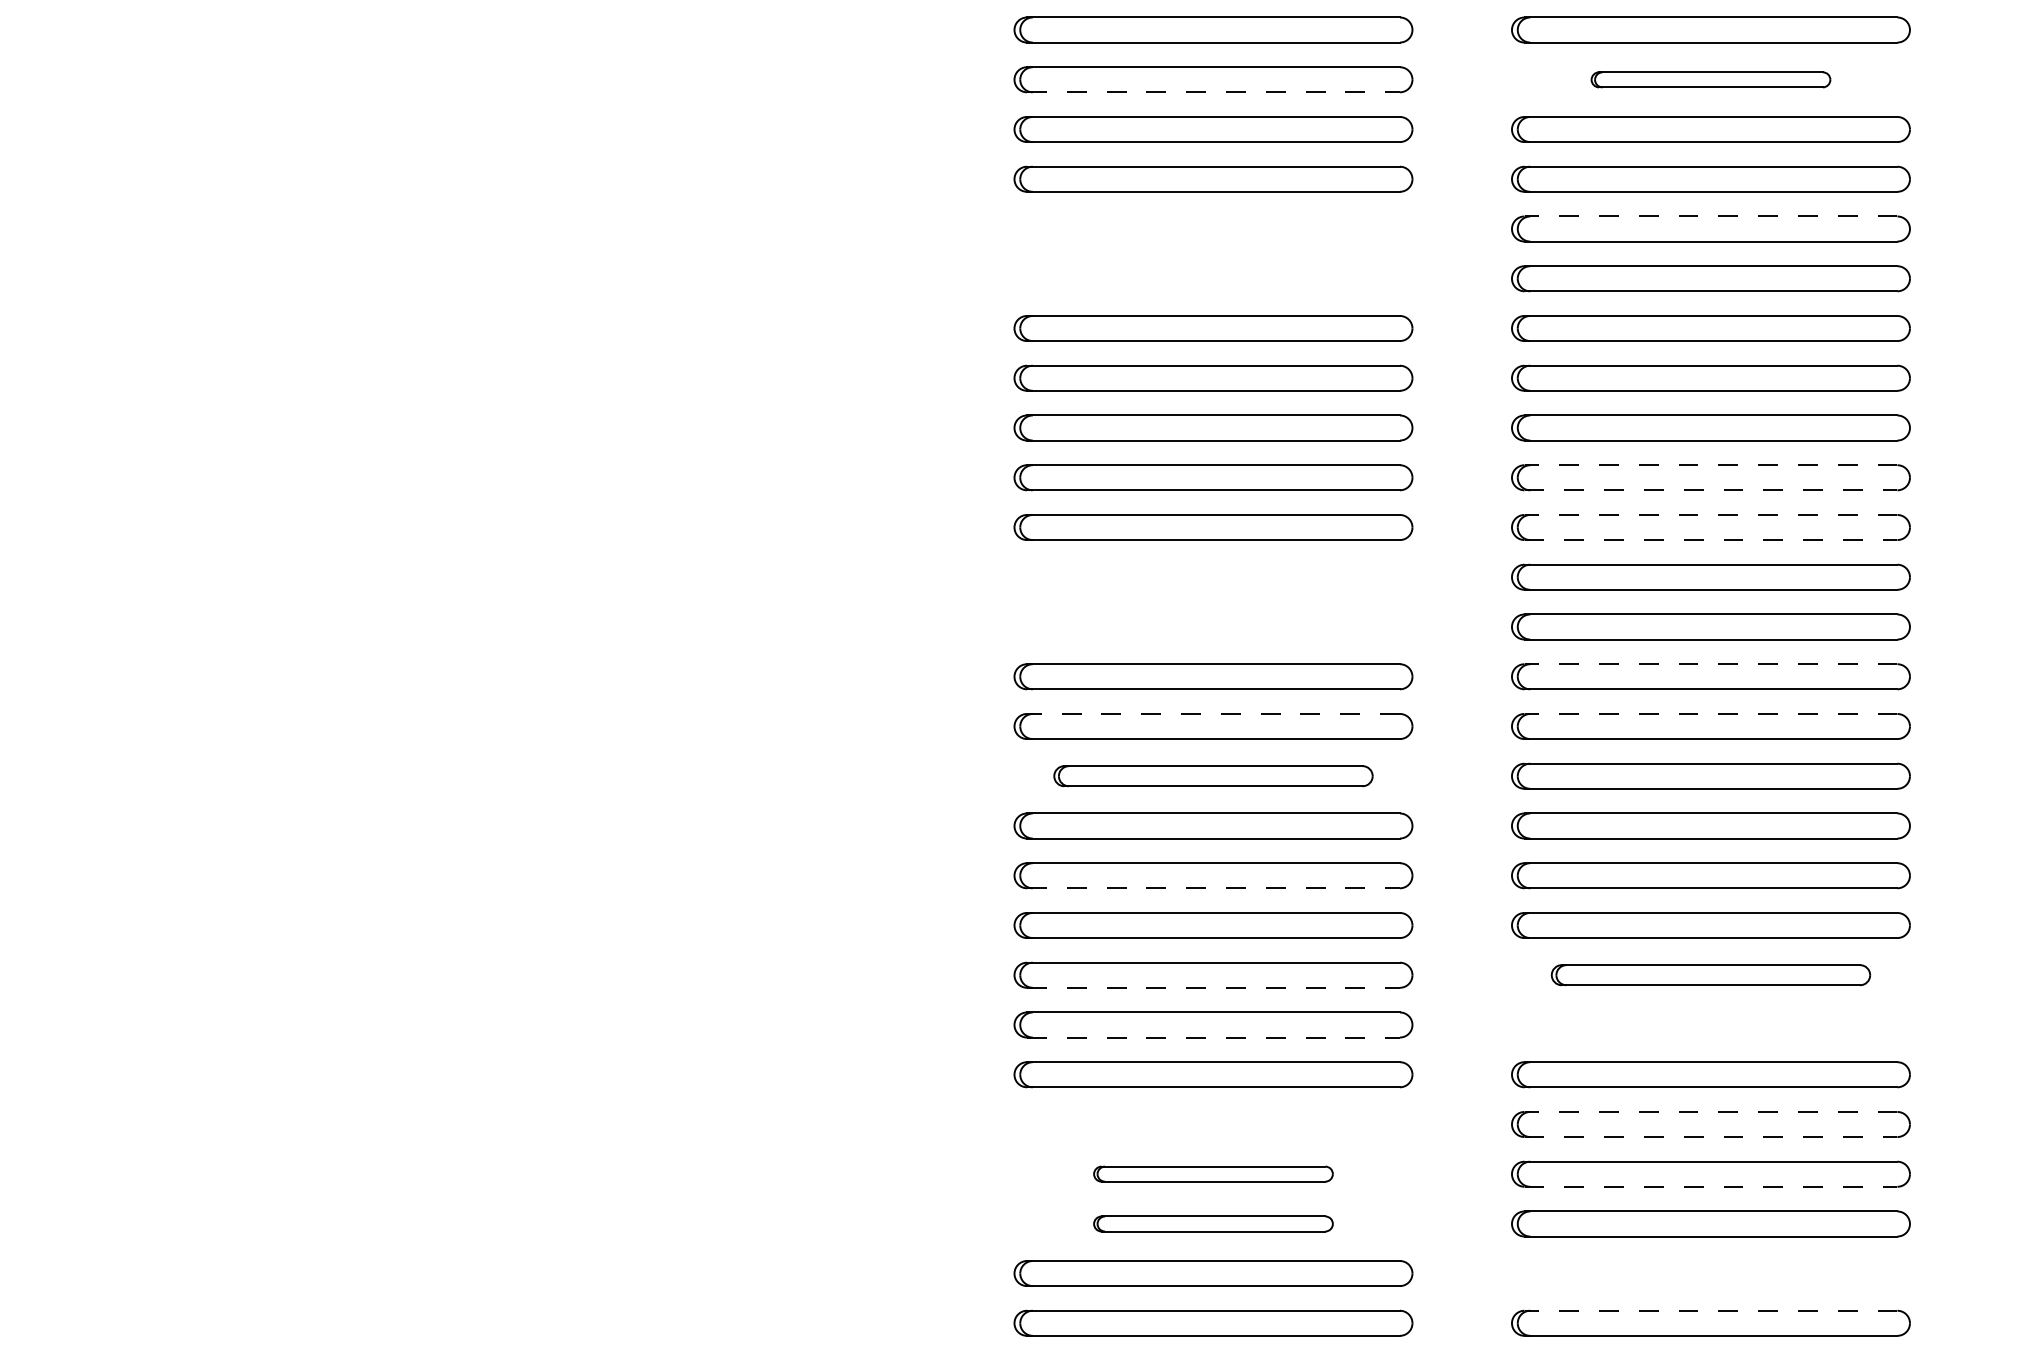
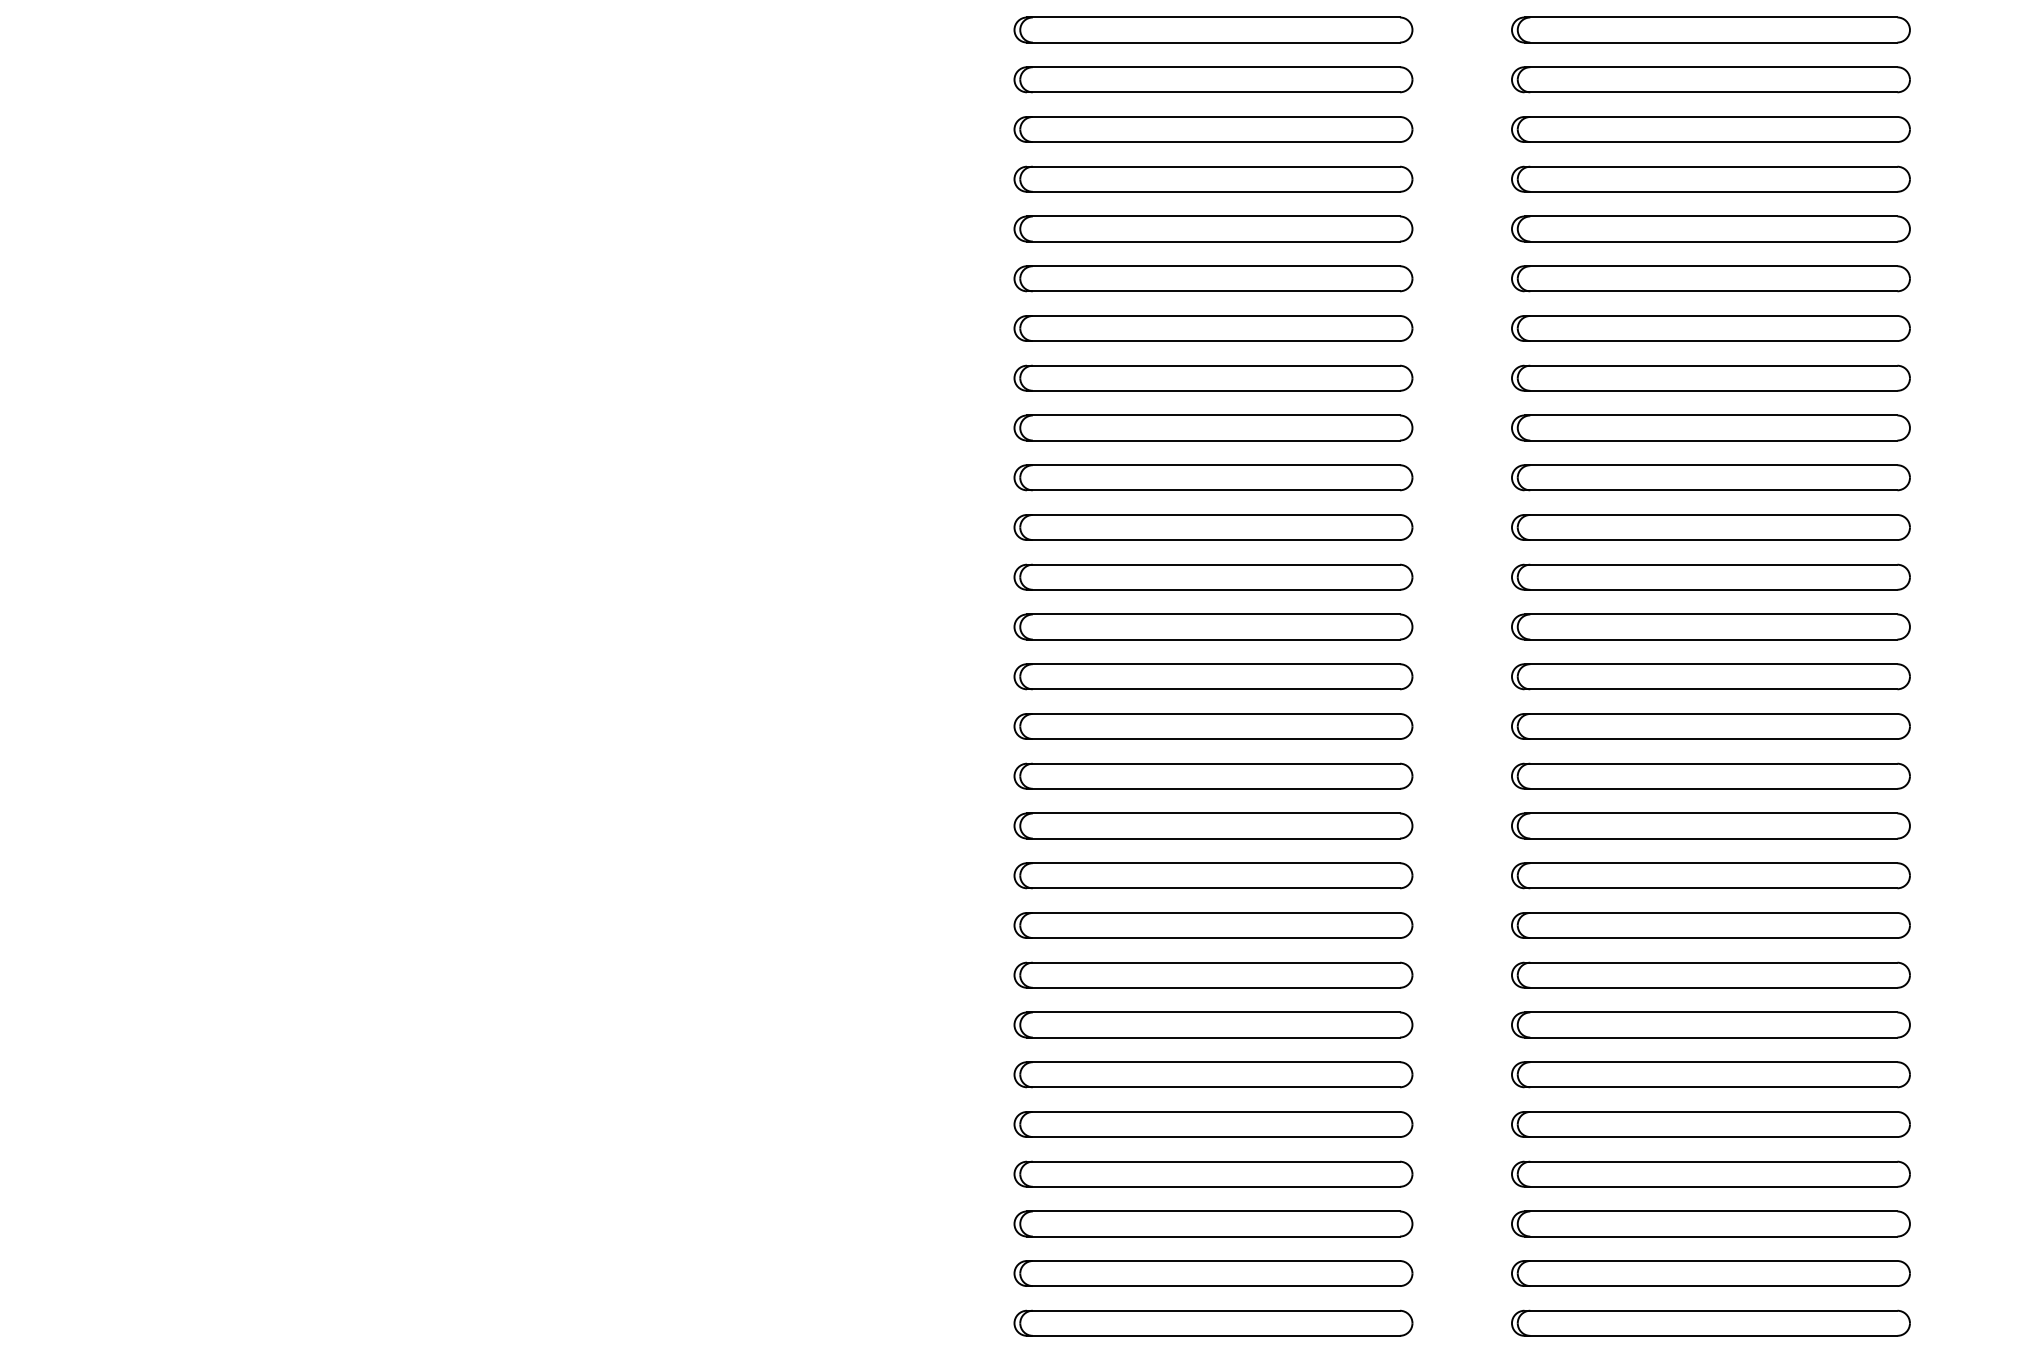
part at (1710, 79) size: 242x18 px -> 400x28 px
line at (1213, 92): dashed -> solid
line at (1710, 216): dashed -> solid
part at (1213, 228): none -> present
part at (1213, 278): none -> present
line at (1710, 465): dashed -> solid
line at (1711, 490): dashed -> solid
line at (1710, 514): dashed -> solid
line at (1711, 540): dashed -> solid
part at (1213, 576): none -> present
part at (1213, 626): none -> present
line at (1710, 664): dashed -> solid
line at (1212, 713): dashed -> solid
line at (1710, 713): dashed -> solid
part at (1213, 776) size: 321x23 px -> 401x28 px
line at (1213, 888): dashed -> solid
part at (1710, 975) size: 322x23 px -> 400x28 px
line at (1213, 987): dashed -> solid
part at (1710, 1024): none -> present
line at (1213, 1037): dashed -> solid
line at (1710, 1111): dashed -> solid
part at (1213, 1124): none -> present
line at (1711, 1137): dashed -> solid
part at (1213, 1173) size: 241x18 px -> 401x28 px
line at (1711, 1186): dashed -> solid
part at (1213, 1223) size: 241x18 px -> 401x28 px
part at (1710, 1273): none -> present
line at (1710, 1310): dashed -> solid
